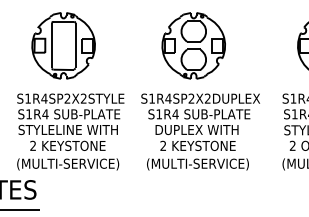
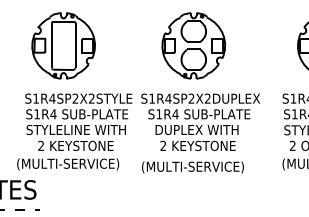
text at (70, 121) position: (70, 121) -> (78, 121)
text at (197, 164) position: (197, 164) -> (192, 167)
line at (20, 210): solid -> dashed
